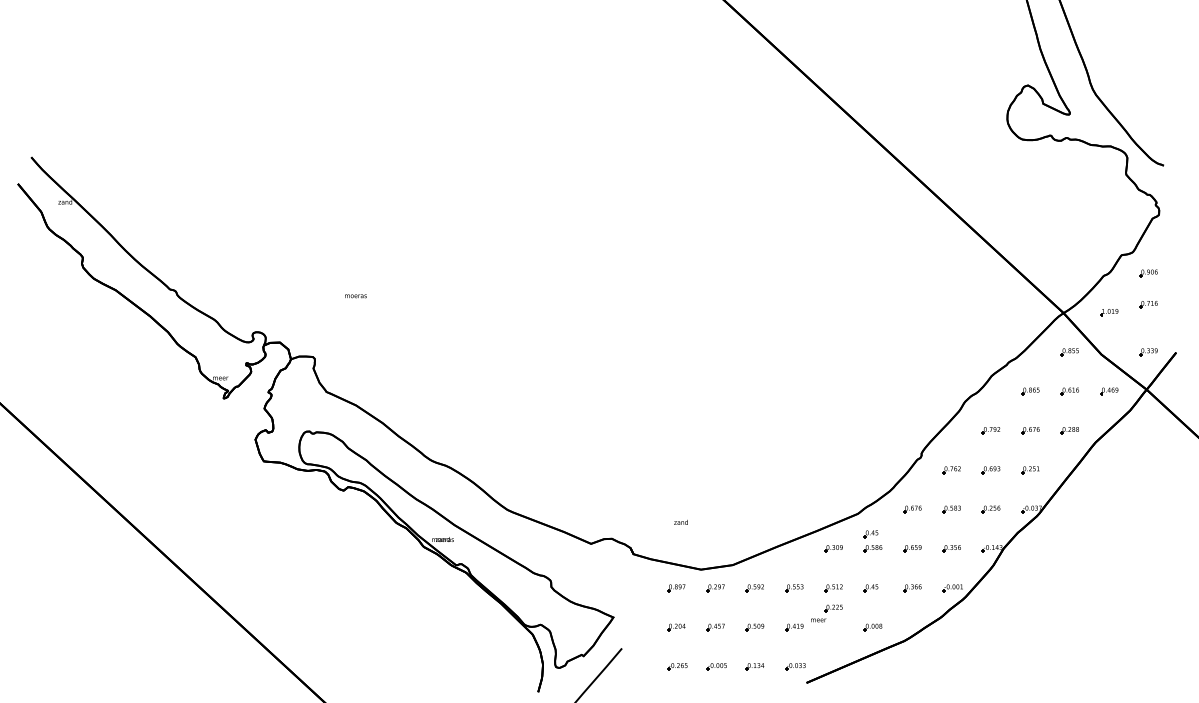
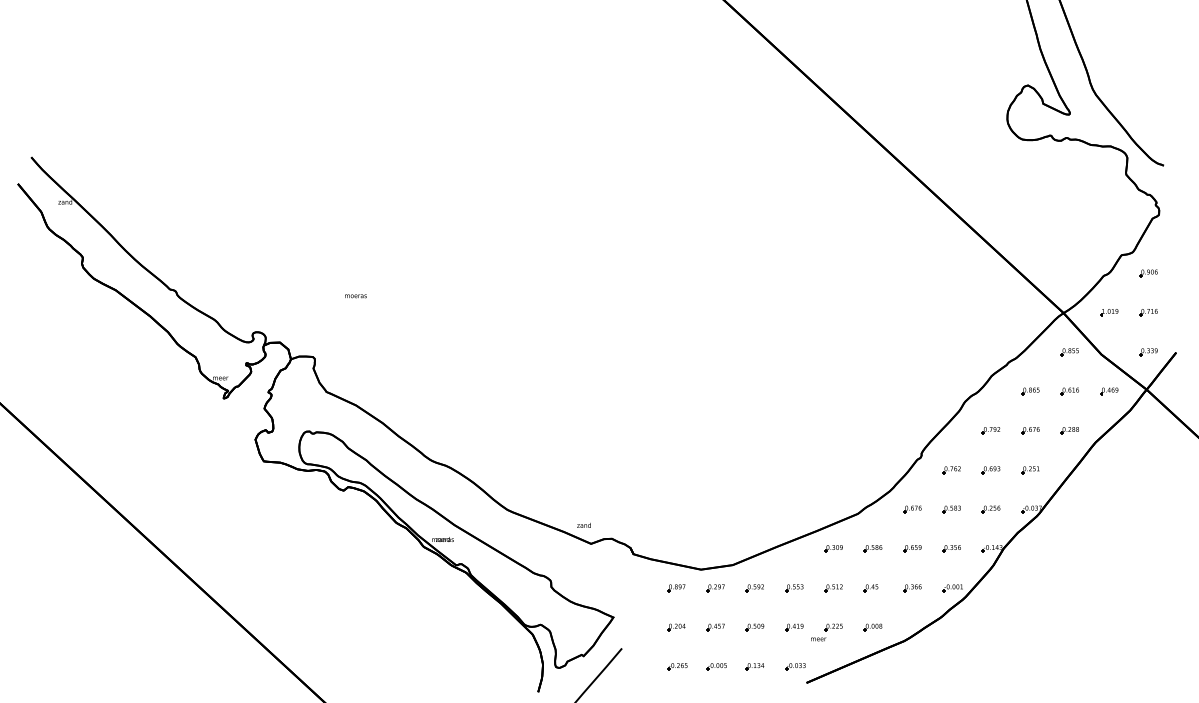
part at (1148, 304) position: (1148, 304) -> (1148, 312)
text at (680, 521) position: (680, 521) -> (583, 524)
part at (870, 534): present -> none
part at (826, 613) position: (826, 613) -> (826, 632)
